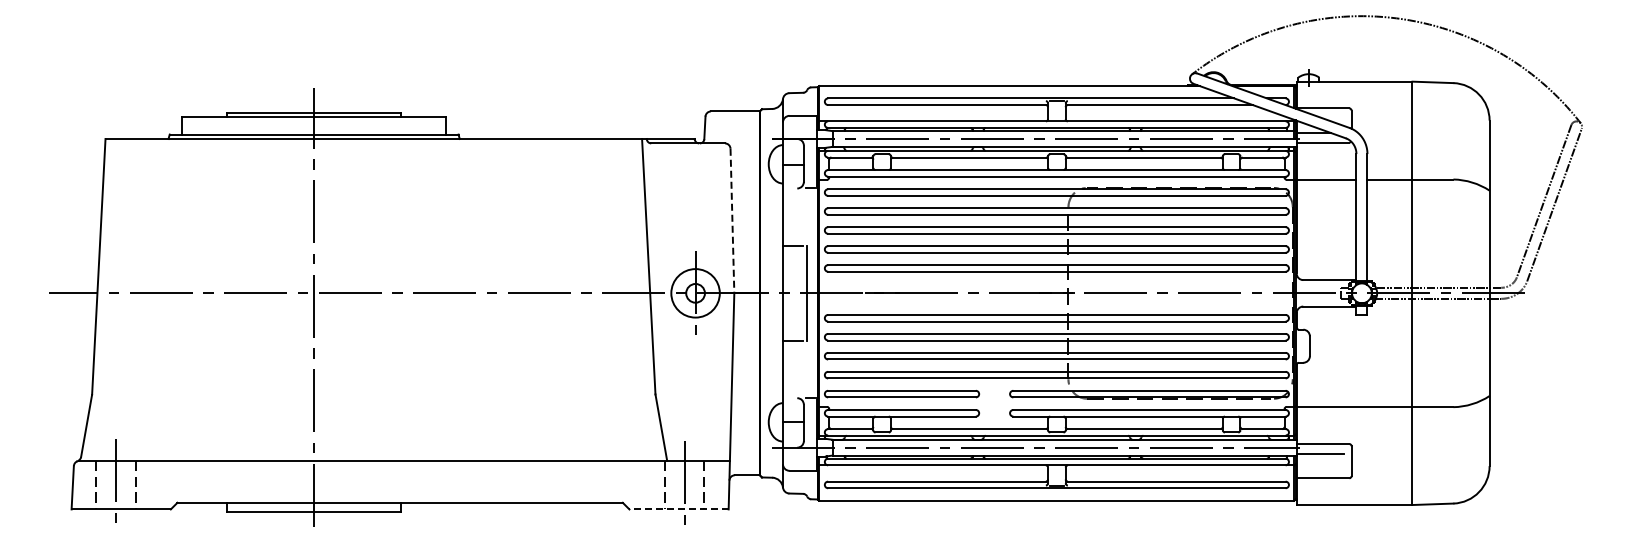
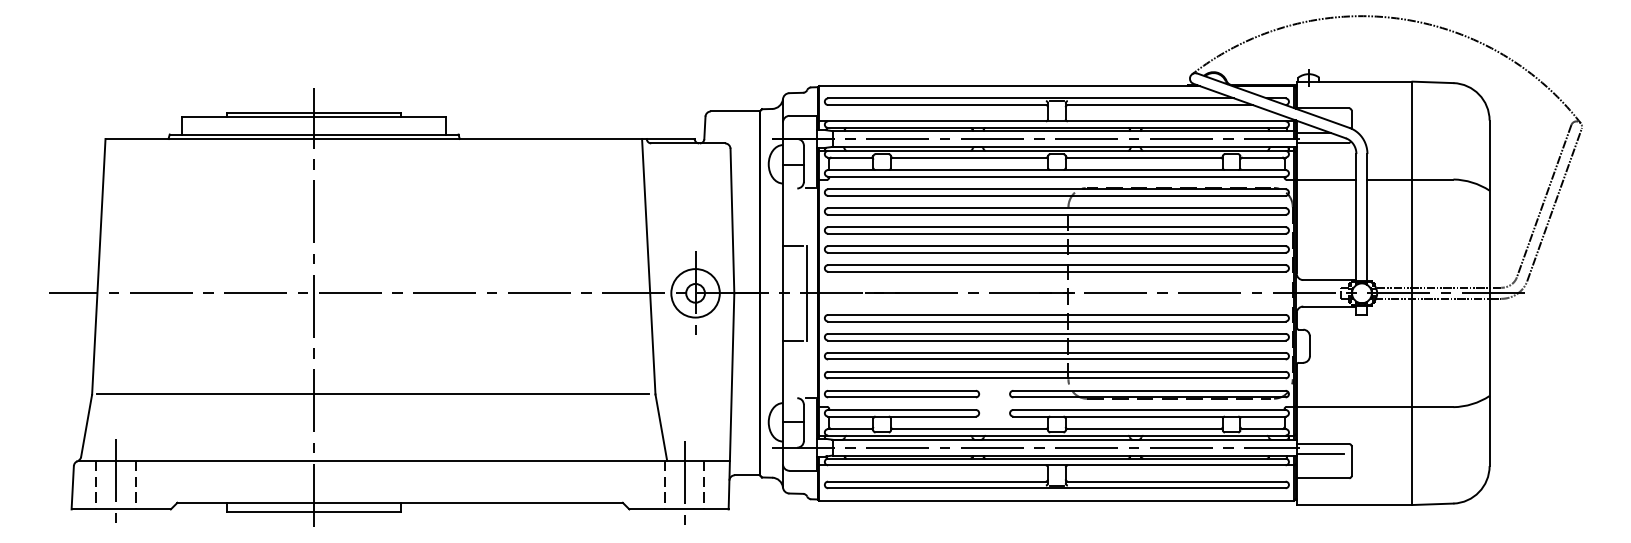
line at (732, 221): dashed -> solid
line at (372, 394): none -> present
line at (679, 509): dashed -> solid
